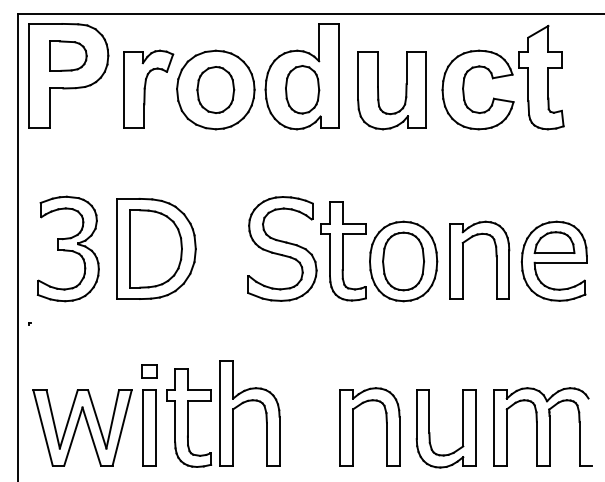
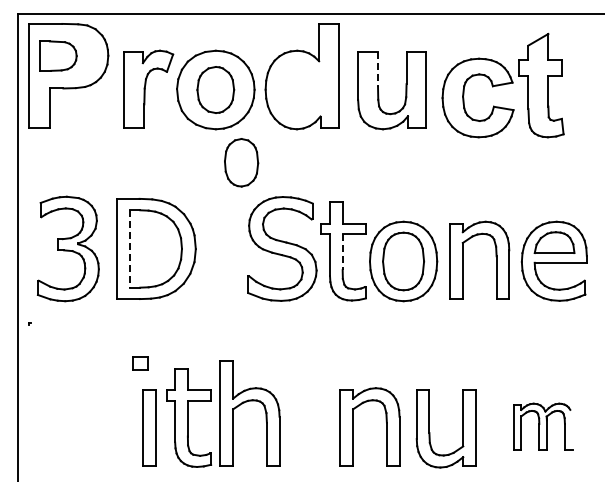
part at (68, 55) position: (68, 55) -> (58, 55)
line at (378, 70): solid -> dashed
part at (502, 77) position: (502, 77) -> (502, 85)
part at (302, 89) position: (302, 89) -> (241, 162)
line at (130, 248): solid -> dashed
line at (342, 252): solid -> dashed
part at (149, 371) position: (149, 371) -> (140, 363)
part at (542, 426) size: 100x80 px -> 61x49 px
part at (82, 427): present -> none
